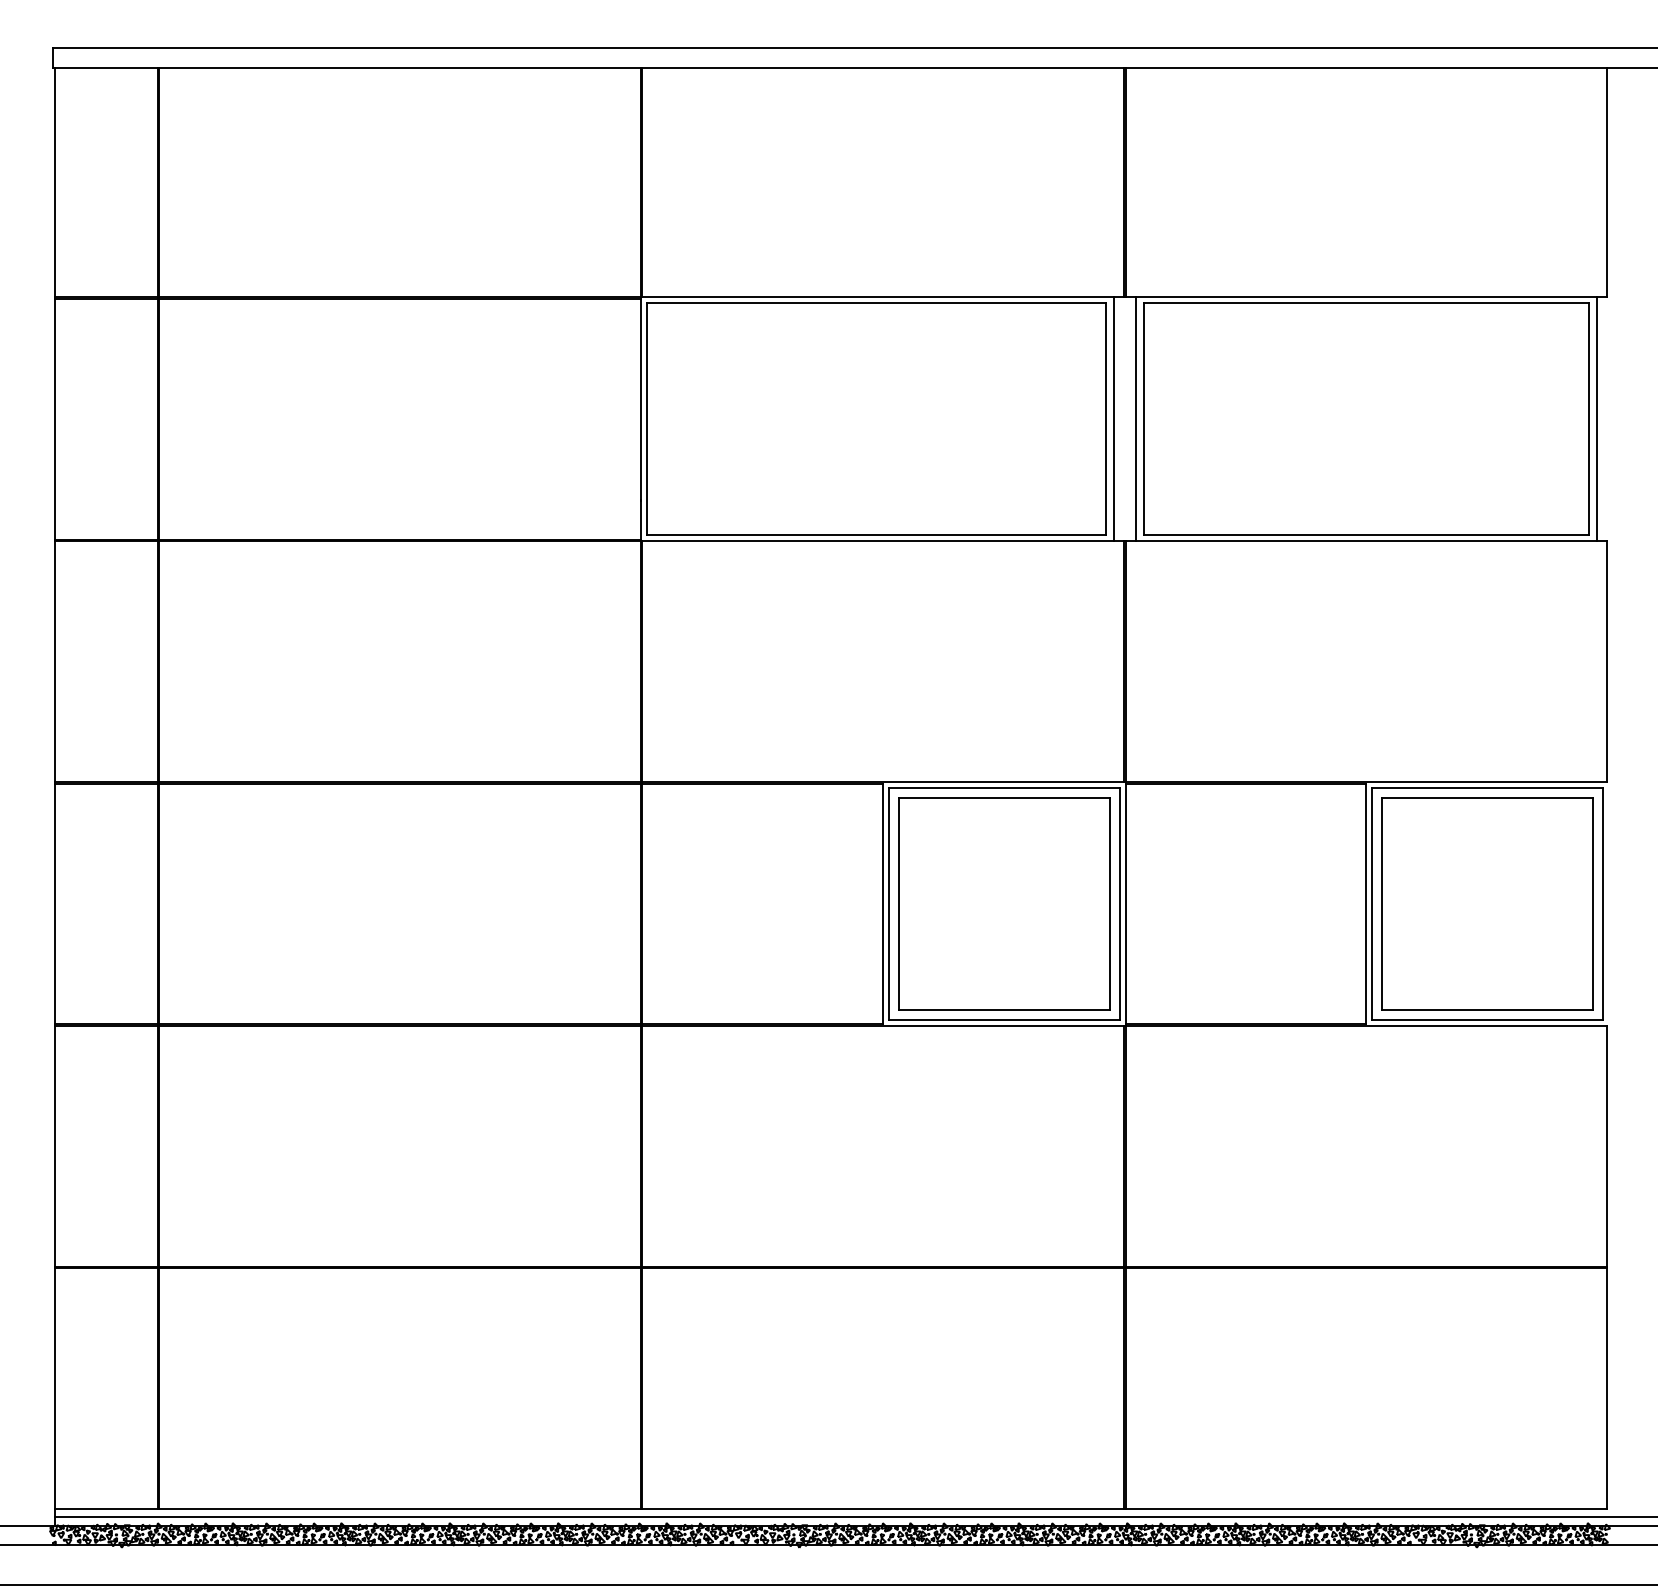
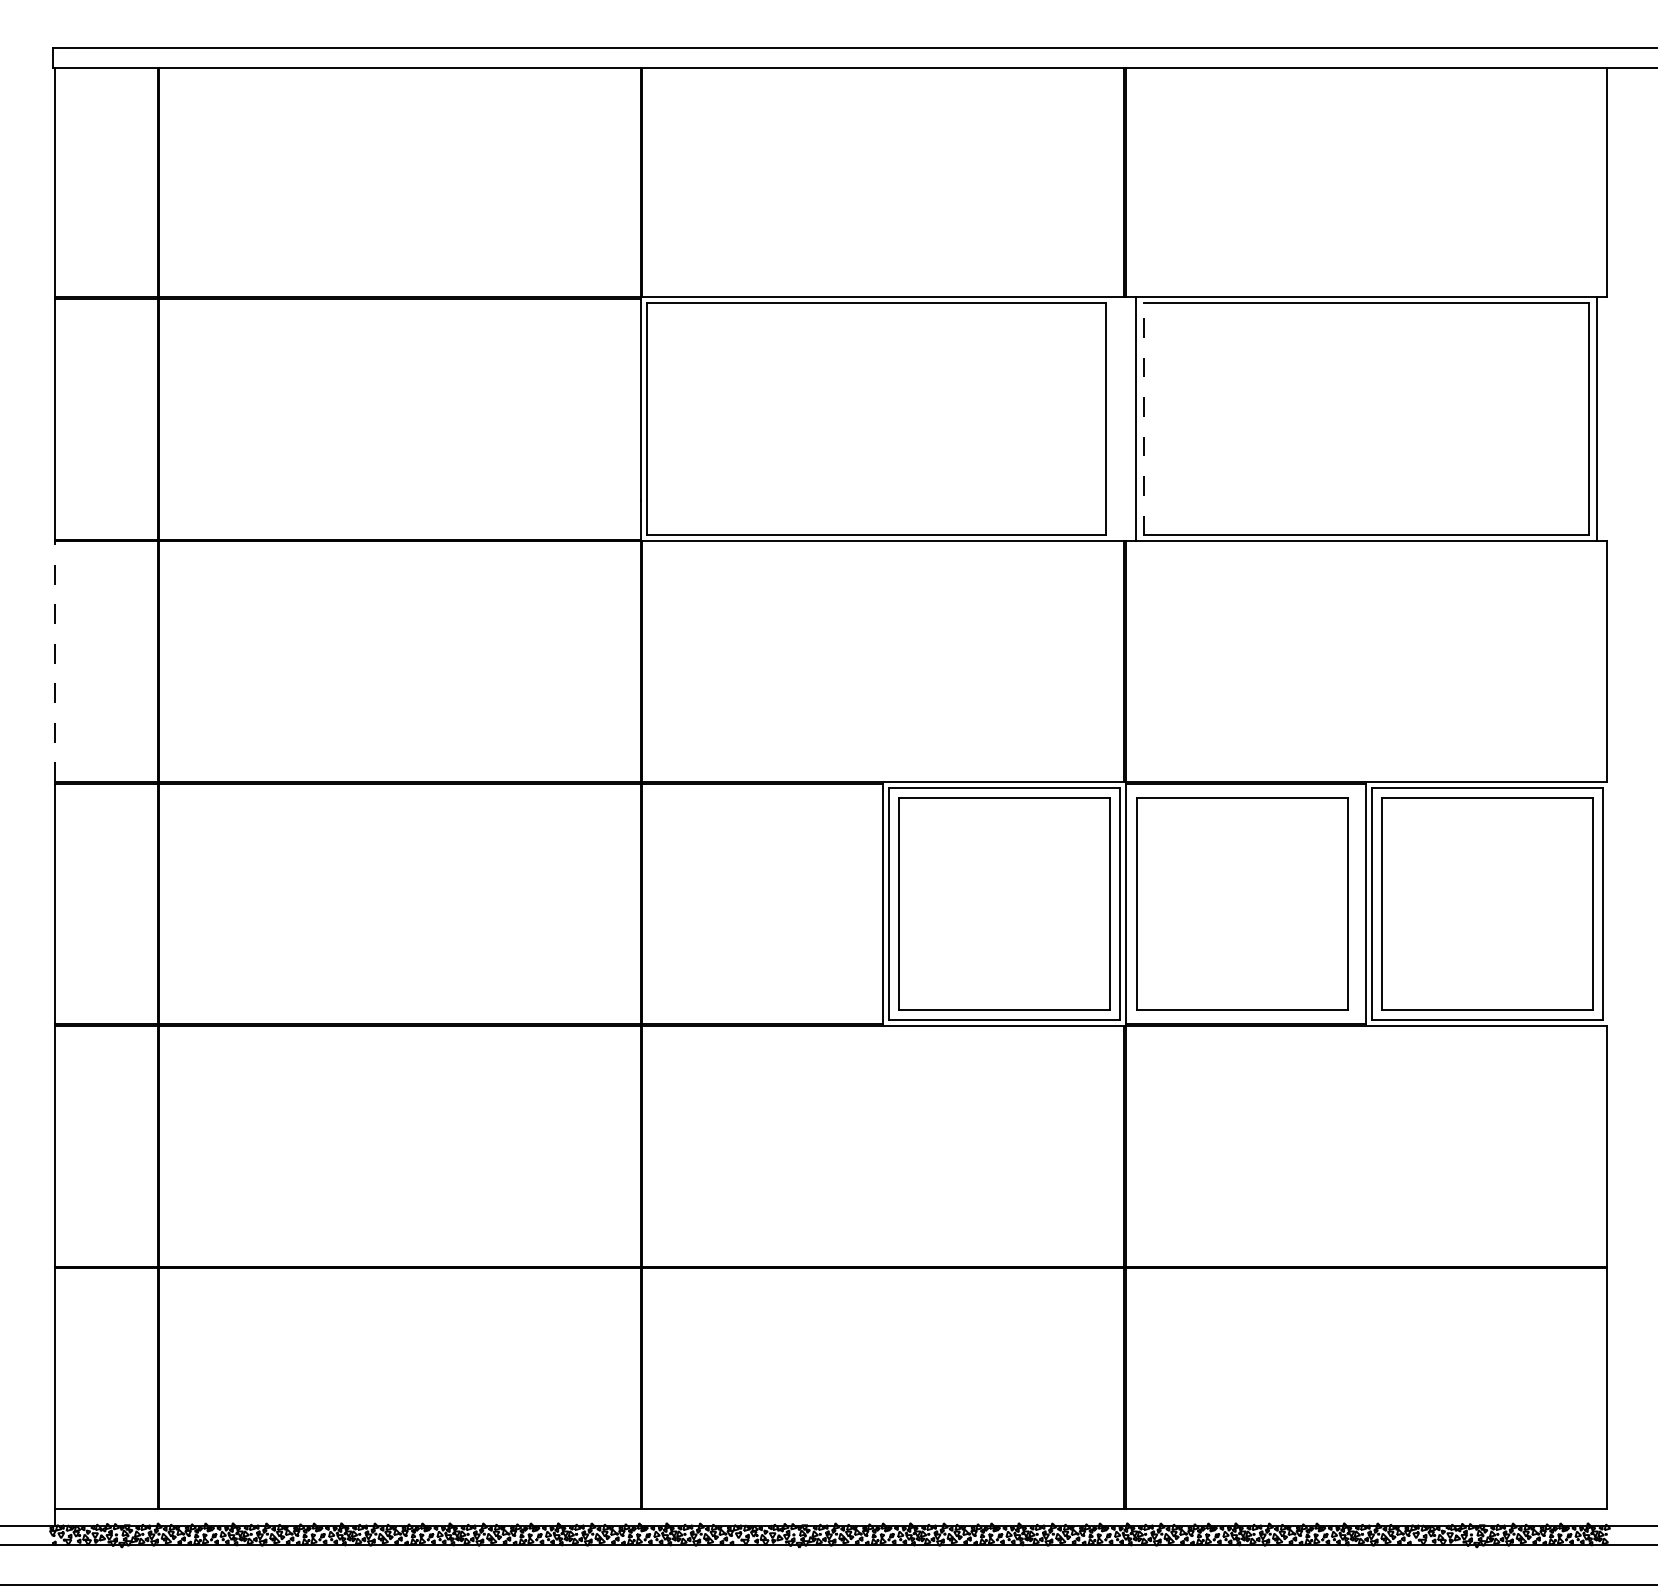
line at (1143, 418): solid -> dashed
line at (1113, 419): present -> none
line at (55, 661): solid -> dashed
part at (1242, 903): none -> present
line at (854, 1517): present -> none
